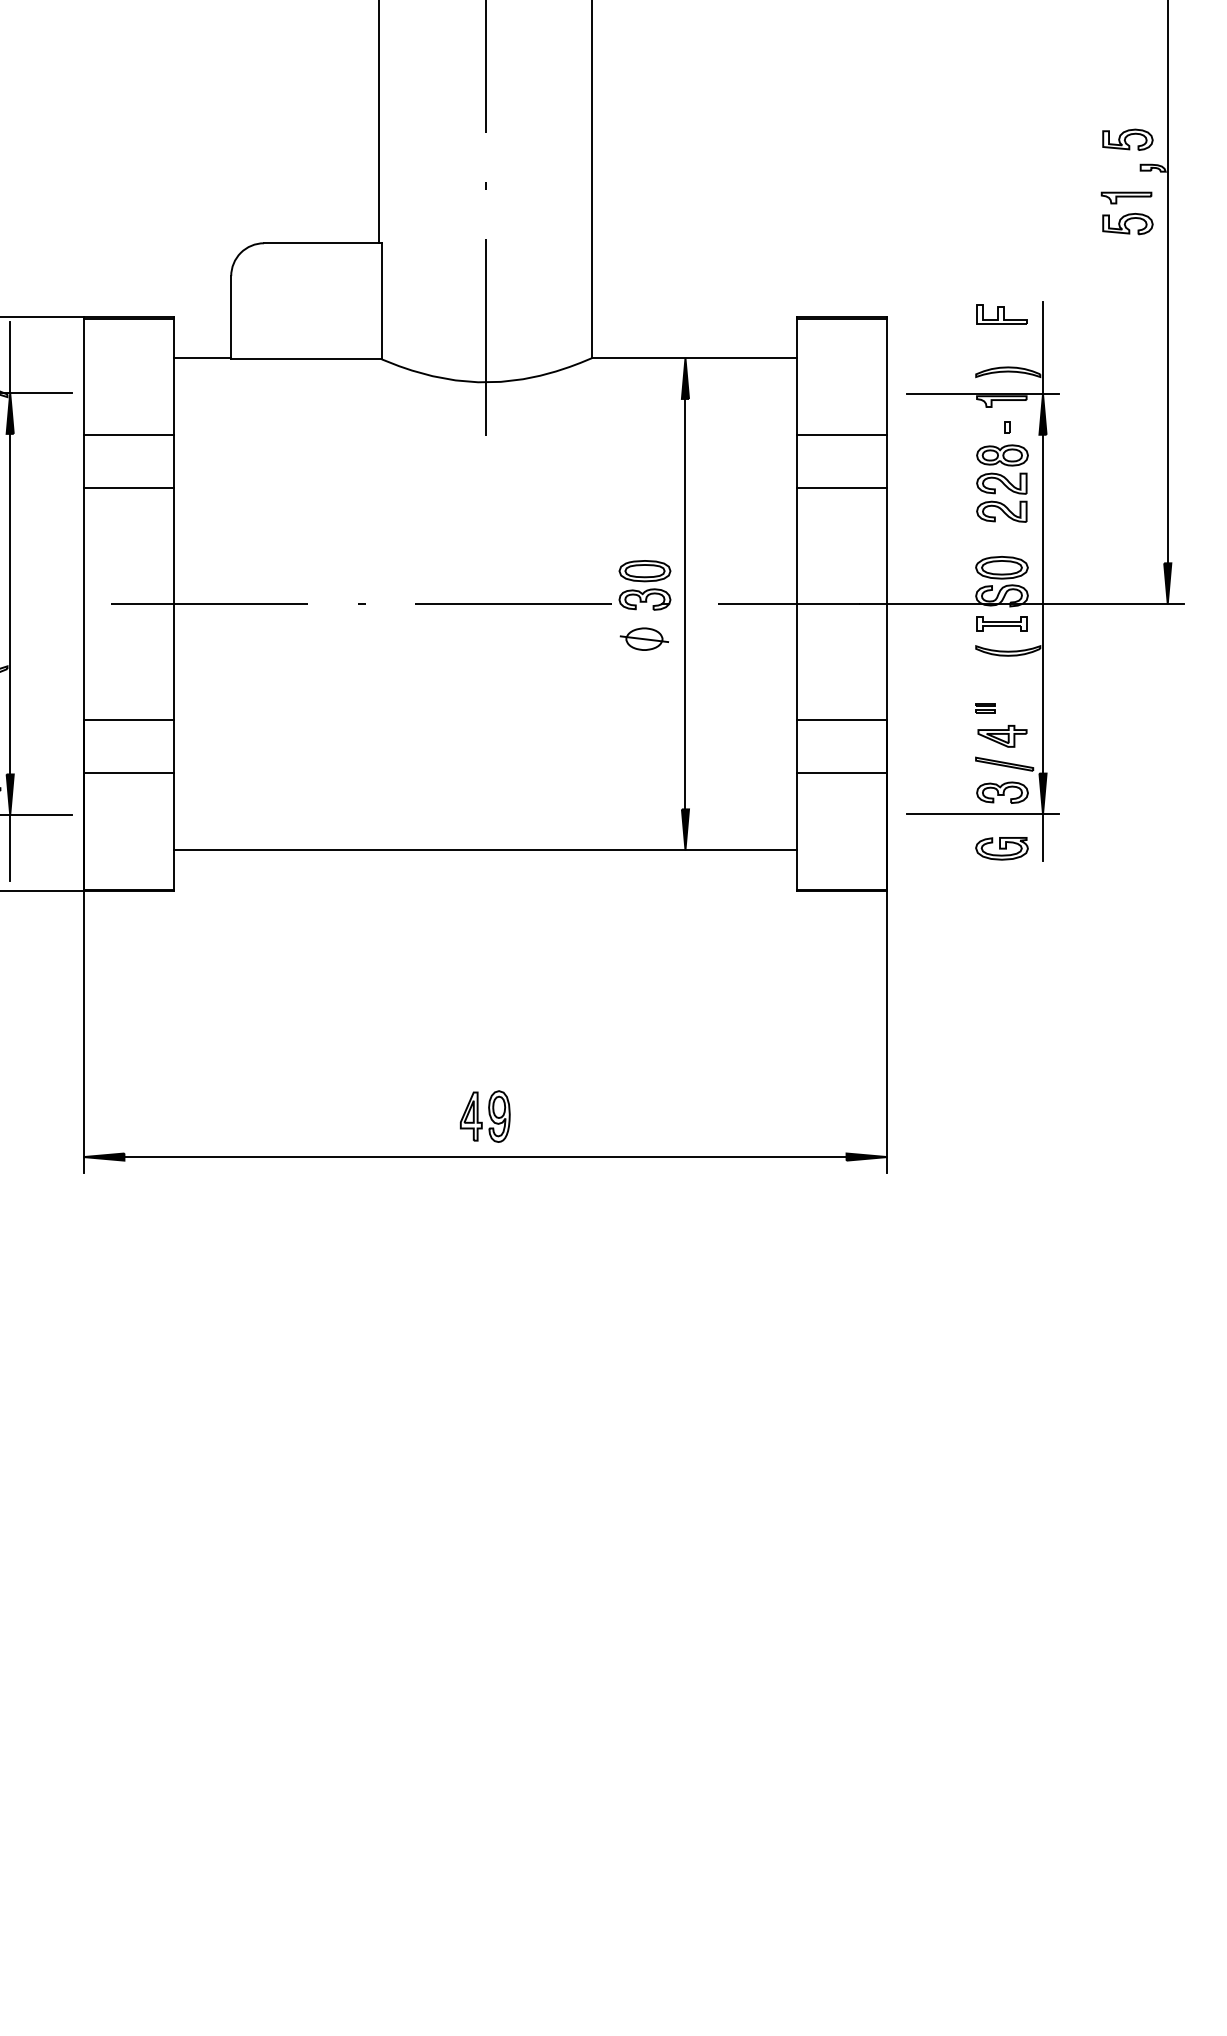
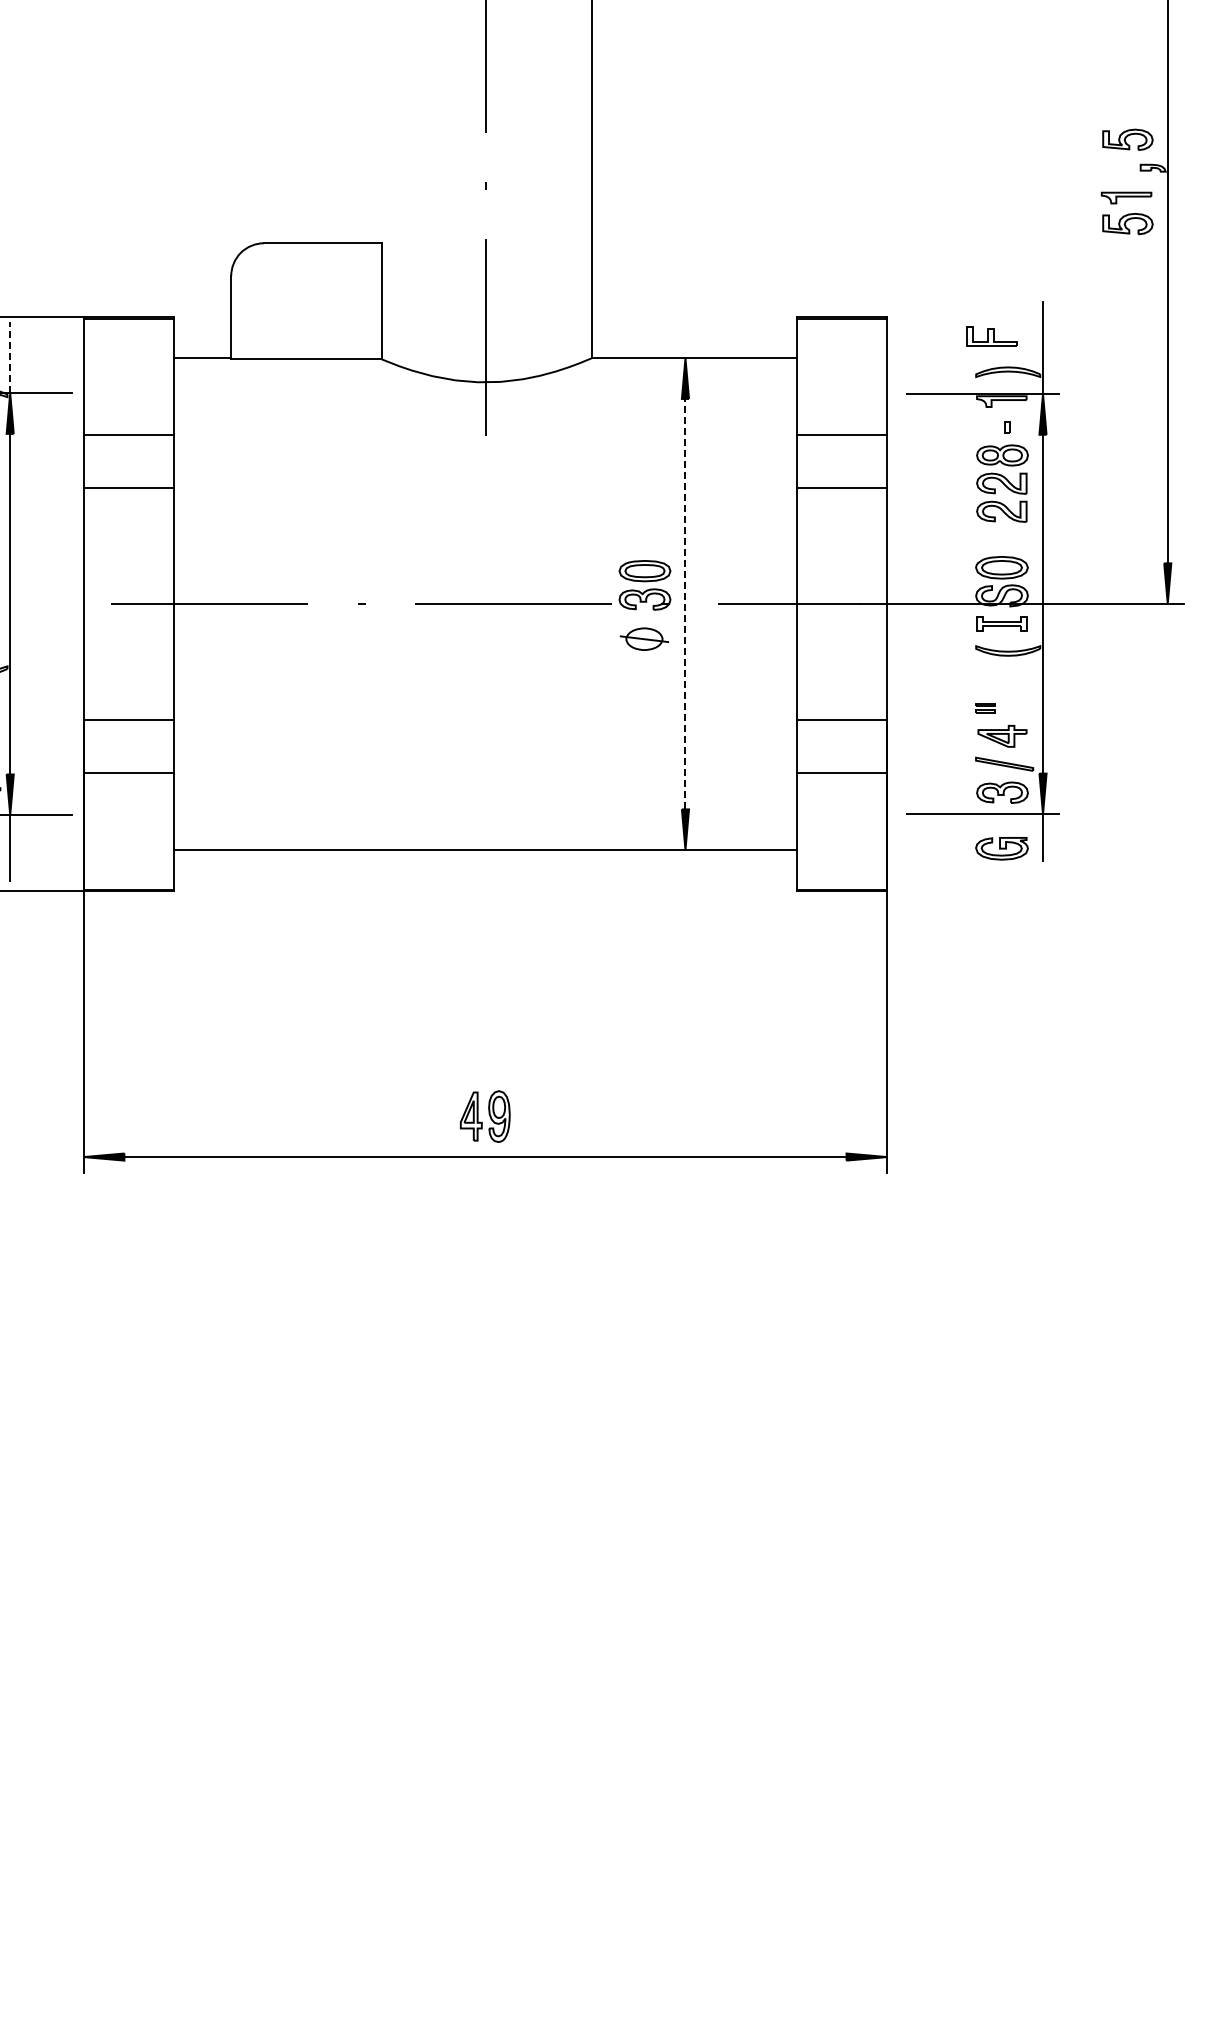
line at (378, 122): present -> none
part at (1001, 314) position: (1001, 314) -> (991, 336)
line at (10, 357): solid -> dashed
line at (685, 603): solid -> dashed
